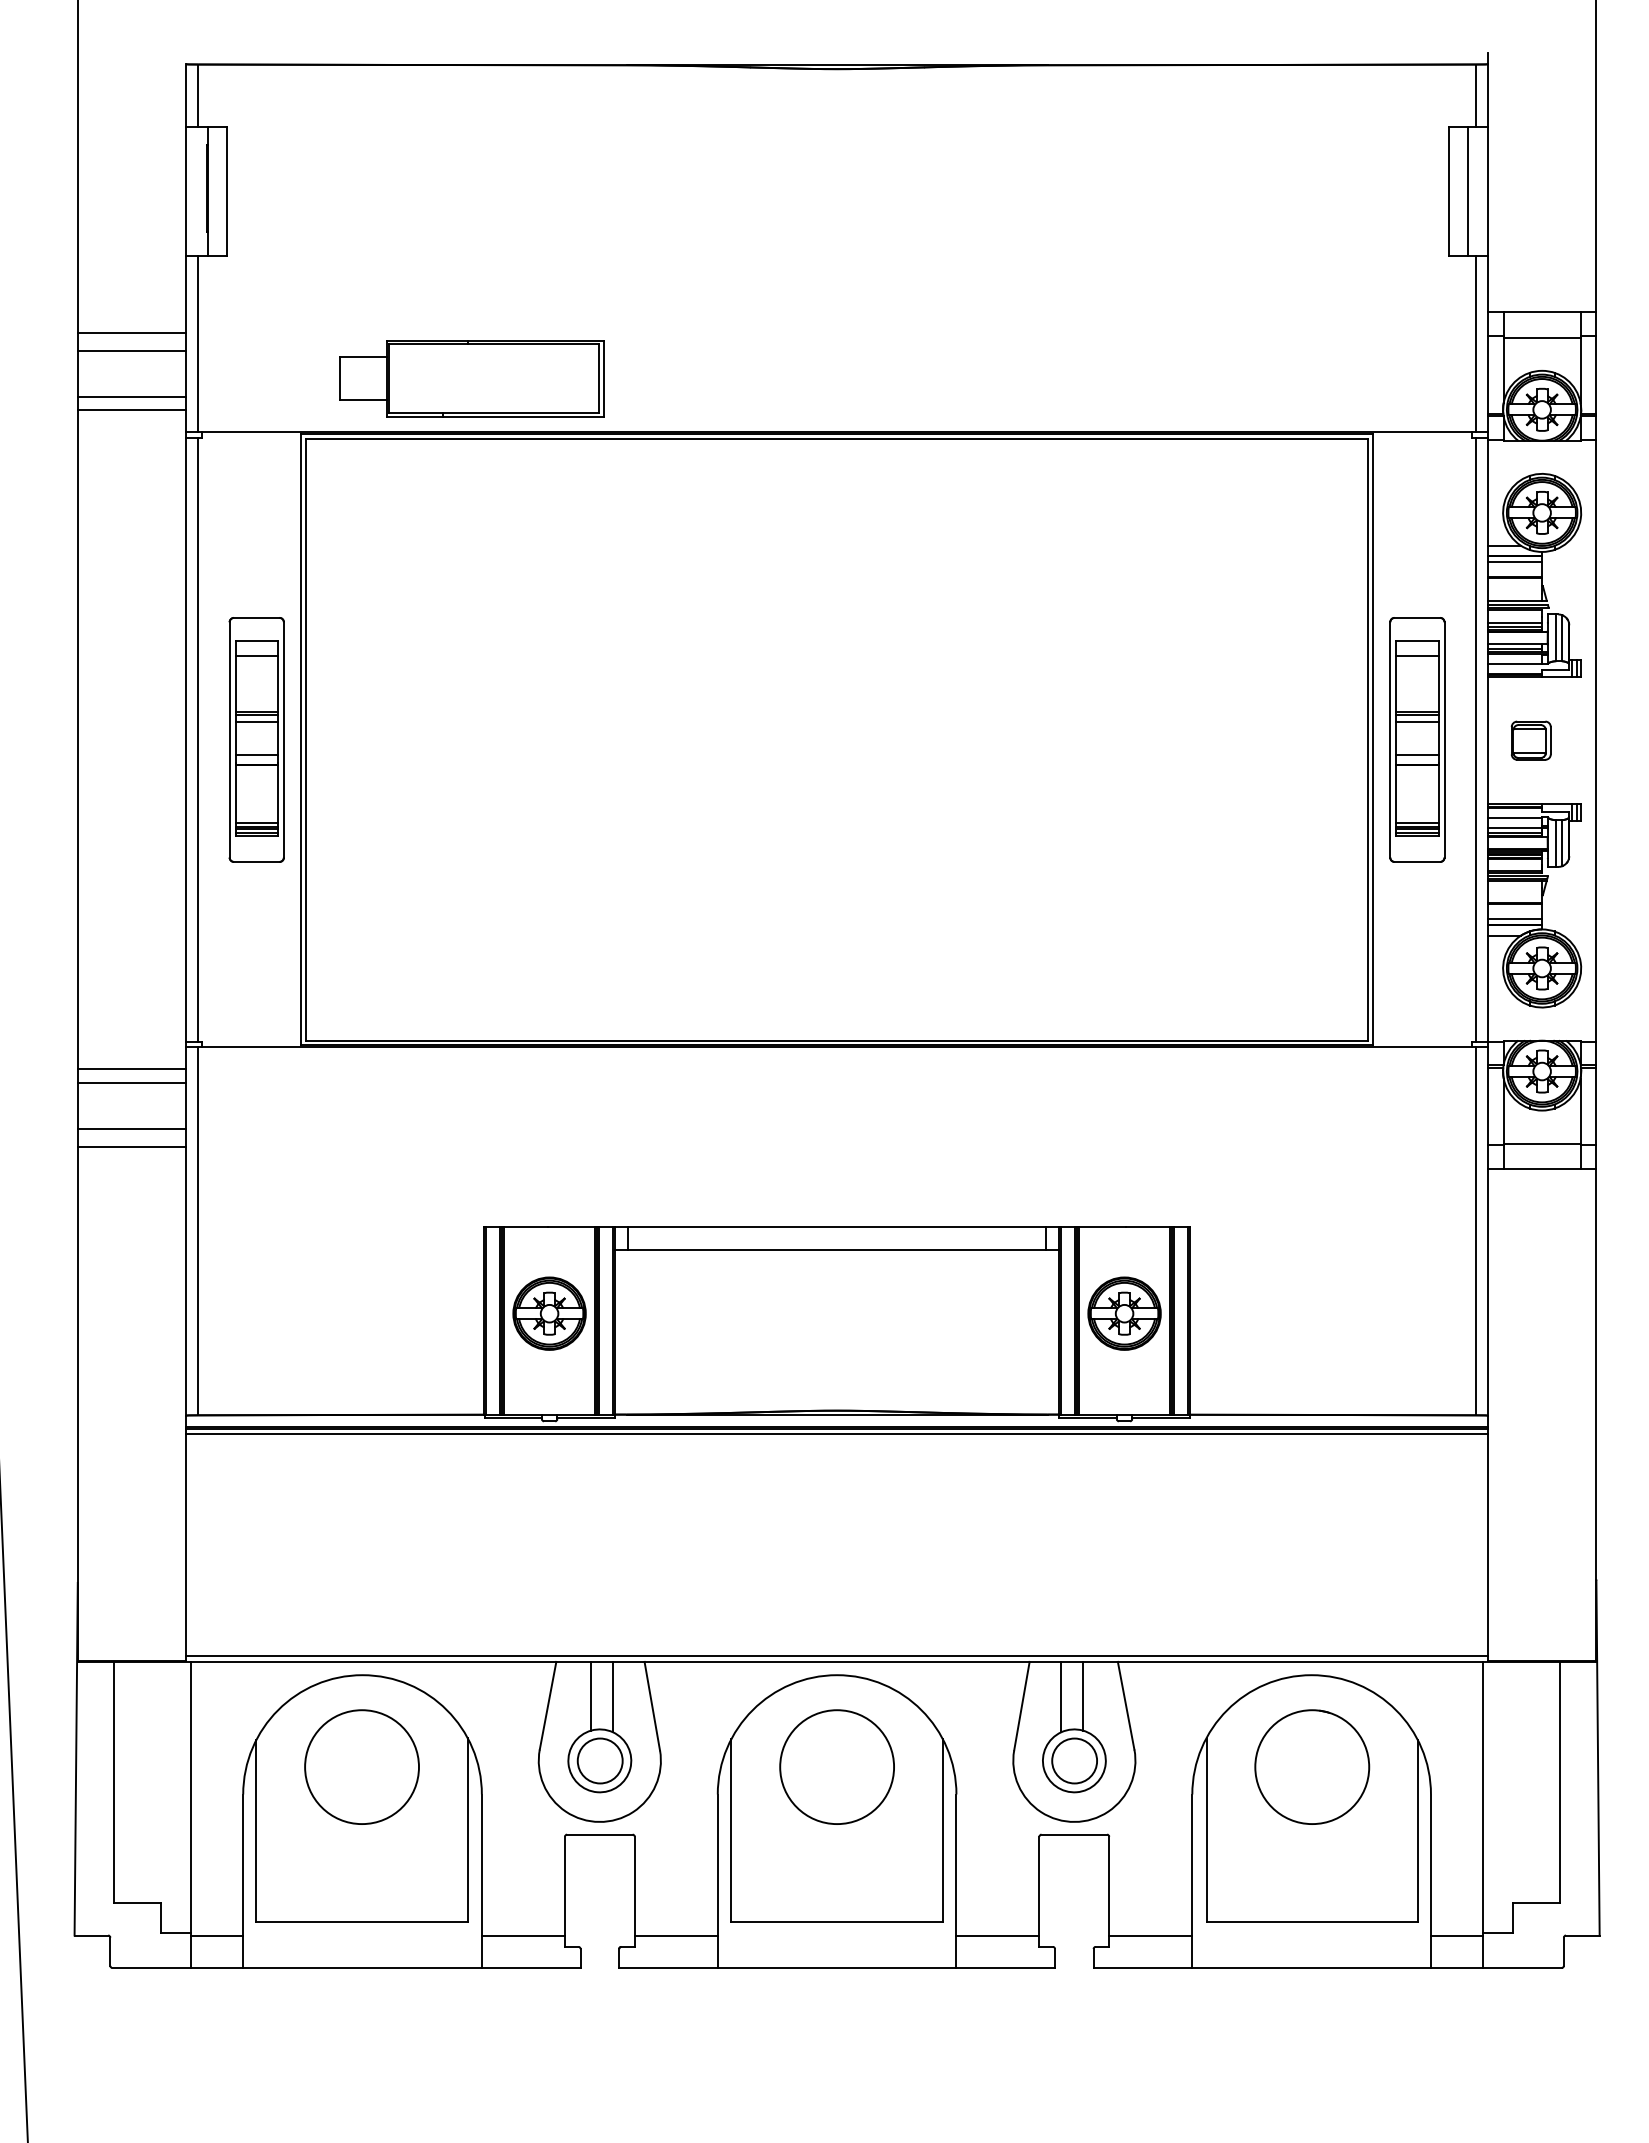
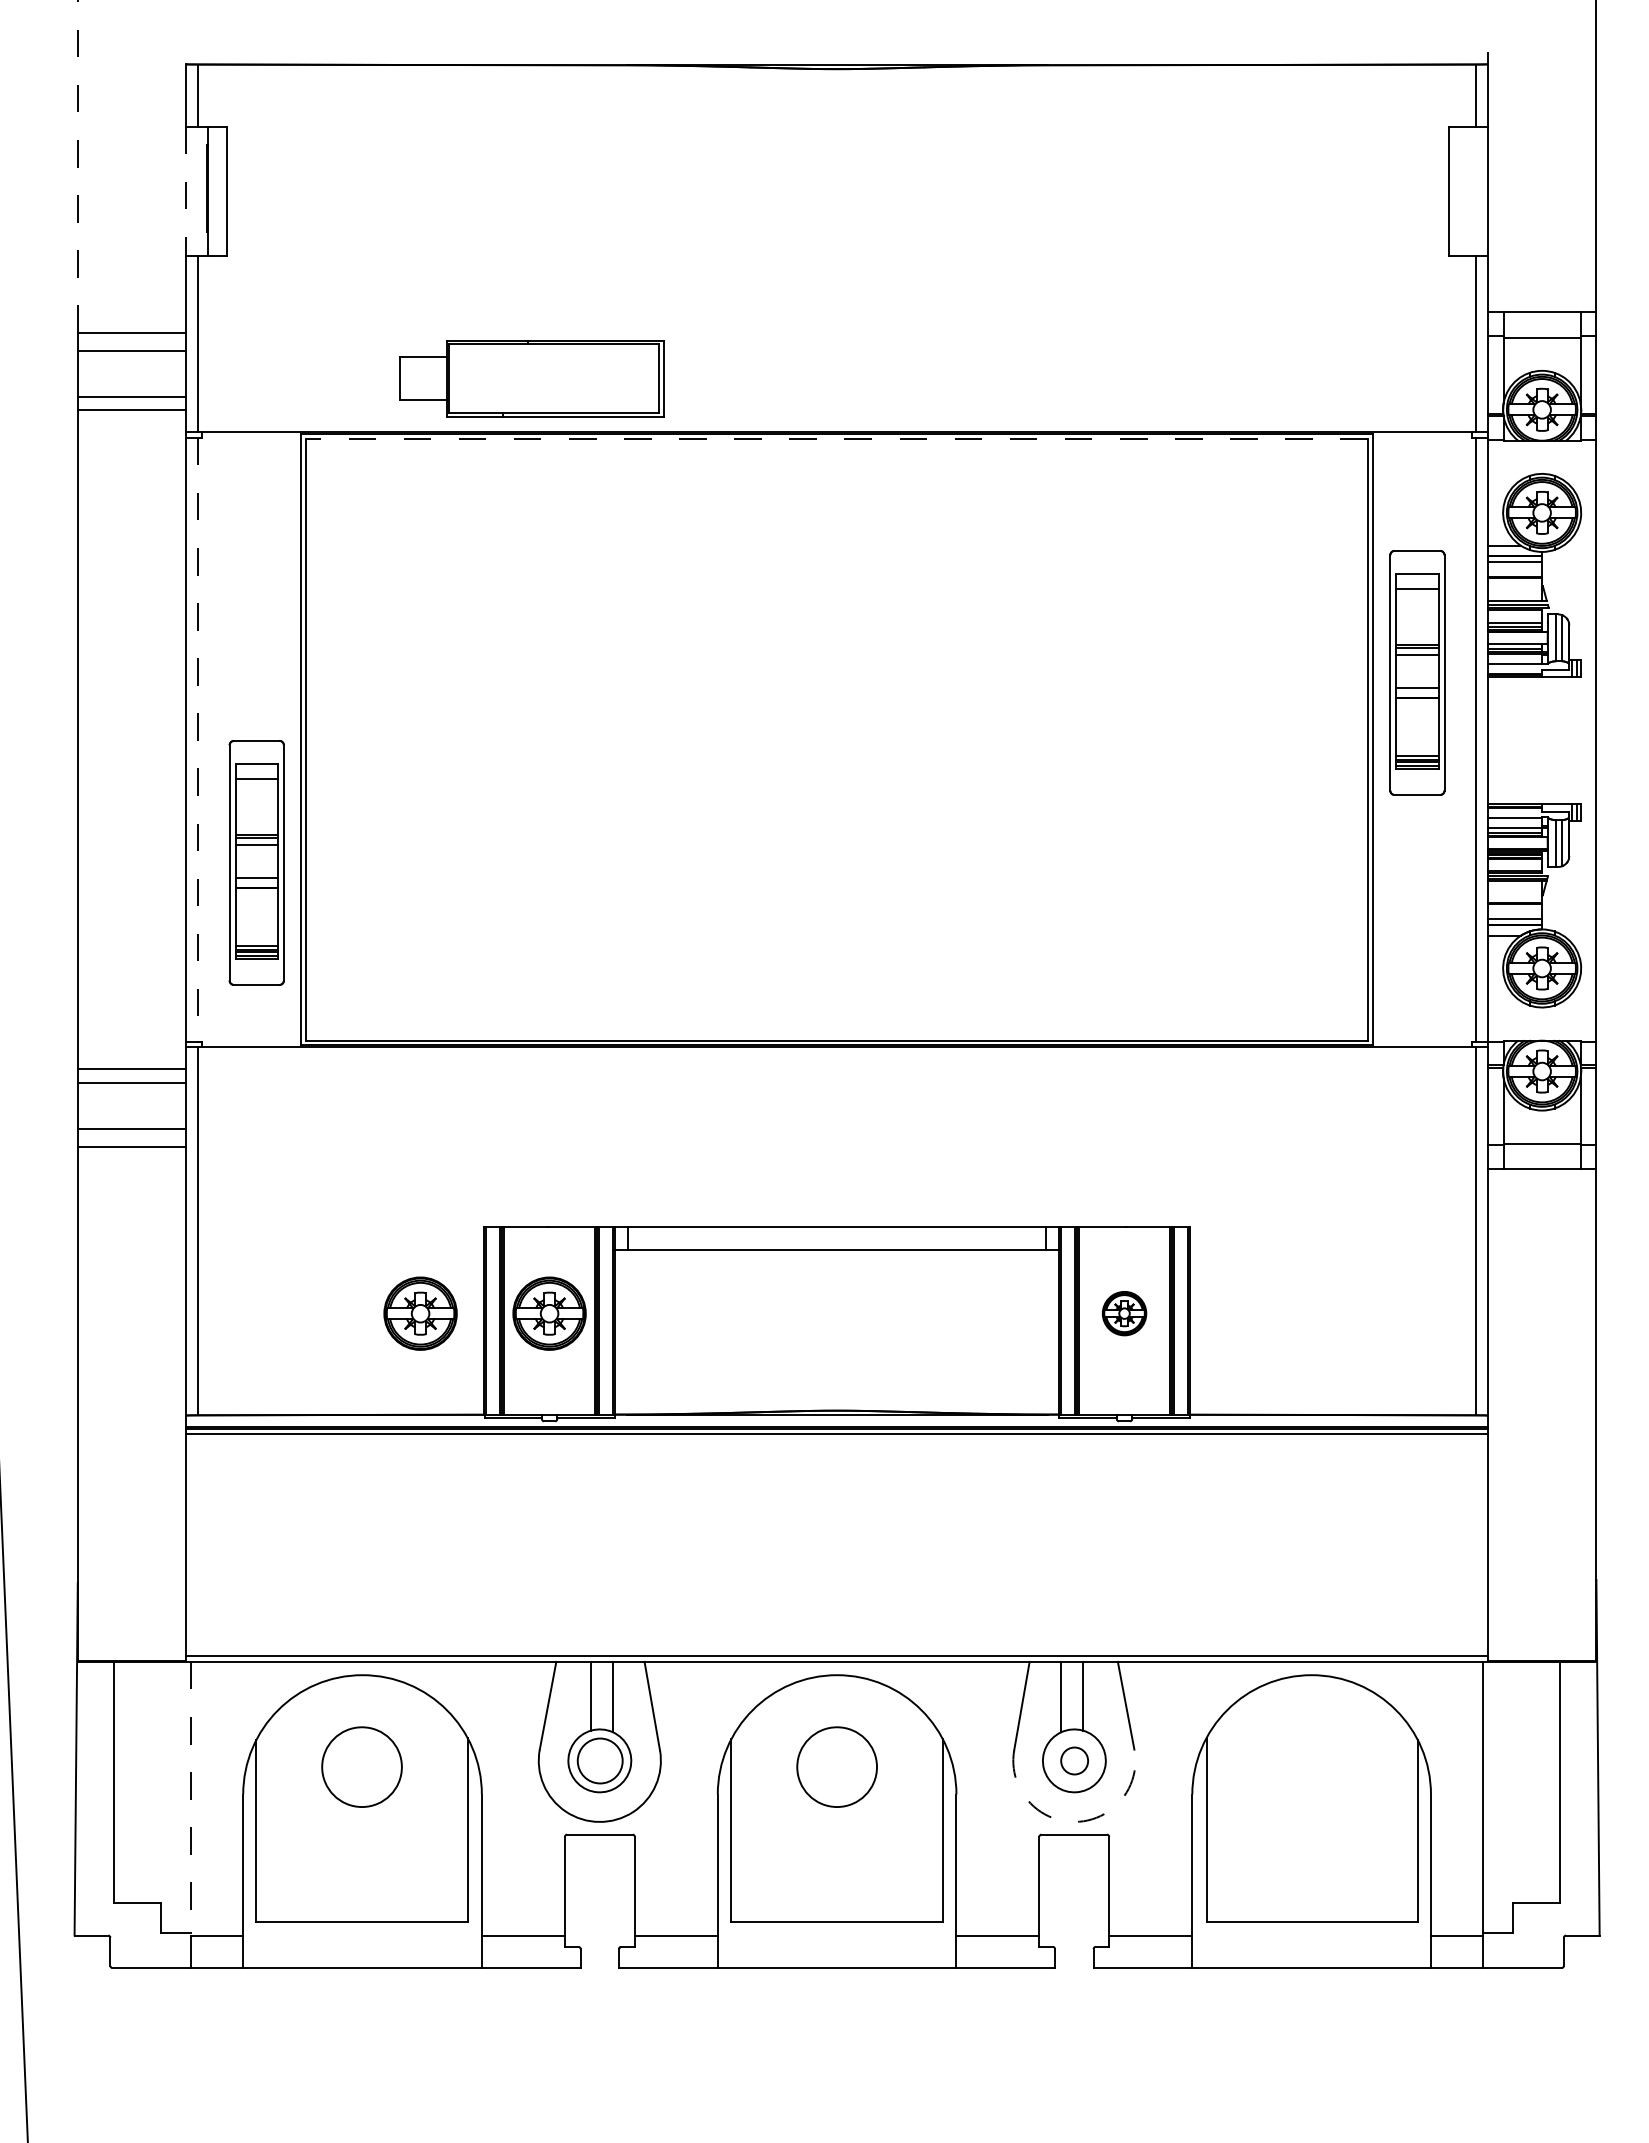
line at (77, 166): solid -> dashed
line at (1467, 190): present -> none
line at (186, 191): solid -> dashed
part at (471, 378) position: (471, 378) -> (531, 378)
line at (837, 438): solid -> dashed
part at (256, 739) position: (256, 739) -> (256, 862)
part at (1417, 739) position: (1417, 739) -> (1417, 672)
line at (198, 740): solid -> dashed
part at (1530, 740): present -> none
part at (420, 1313): none -> present
part at (1124, 1313) size: 75x75 px -> 47x46 px
circle at (1074, 1760) diameter: 45 px -> 27 px
part at (1312, 1766): present -> none
circle at (362, 1767) diameter: 114 px -> 80 px
circle at (837, 1767) diameter: 114 px -> 80 px
line at (191, 1798): solid -> dashed
arc at (1074, 1821): solid -> dashed
